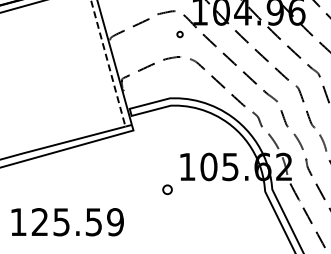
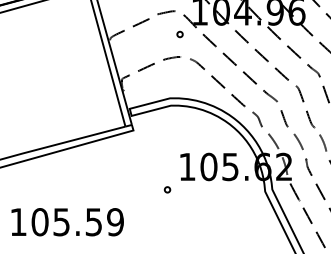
line at (108, 64): dashed -> solid
part at (167, 189) size: 11x12 px -> 9x8 px
text at (39, 222): 125.59 -> 105.59
